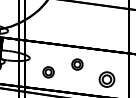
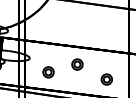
part at (106, 79) size: 18x17 px -> 13x13 px
